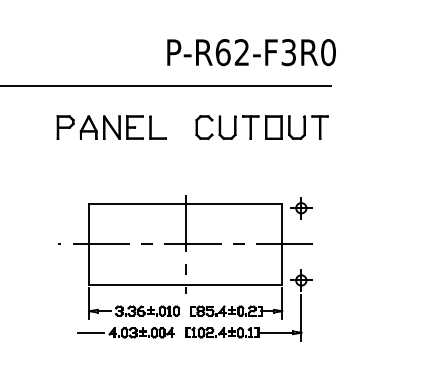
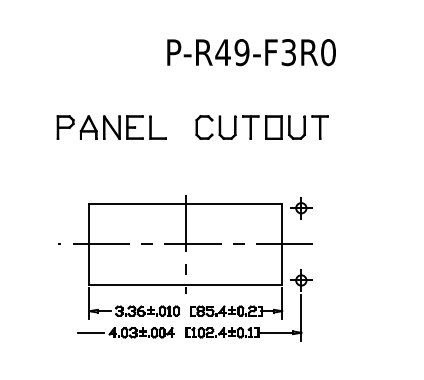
text at (232, 52): P-R62-F3R0 -> P-R49-F3R0
line at (166, 86): present -> none
